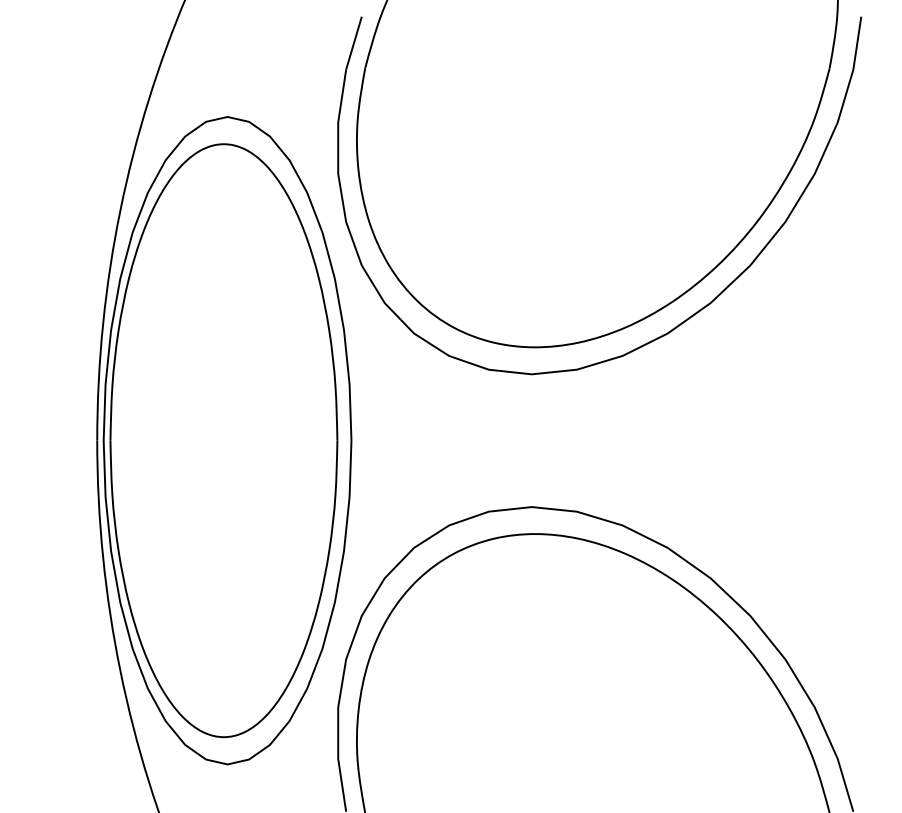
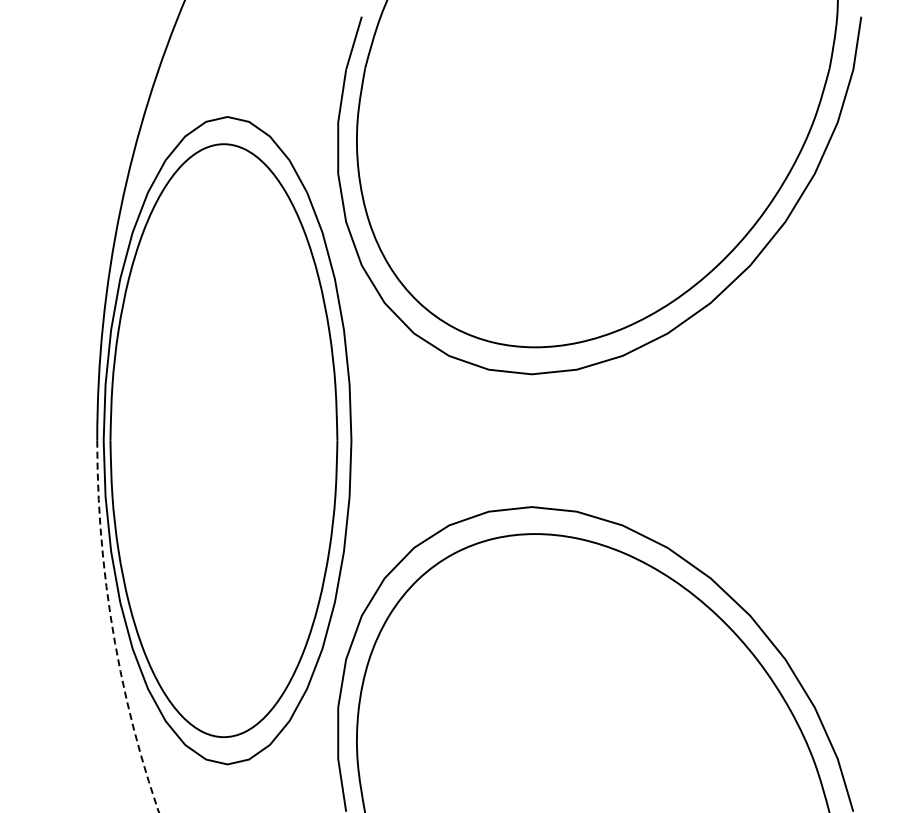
arc at (113, 630): solid -> dashed
